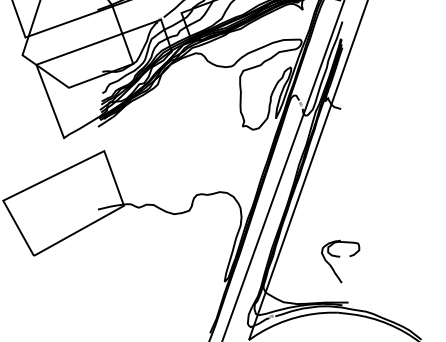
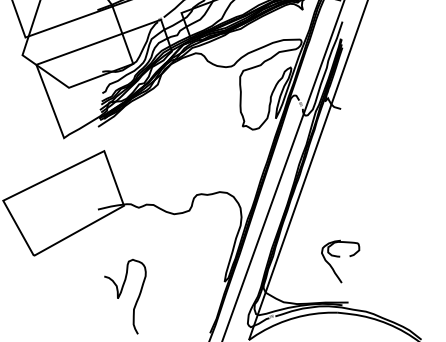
curve at (121, 293): none -> present
